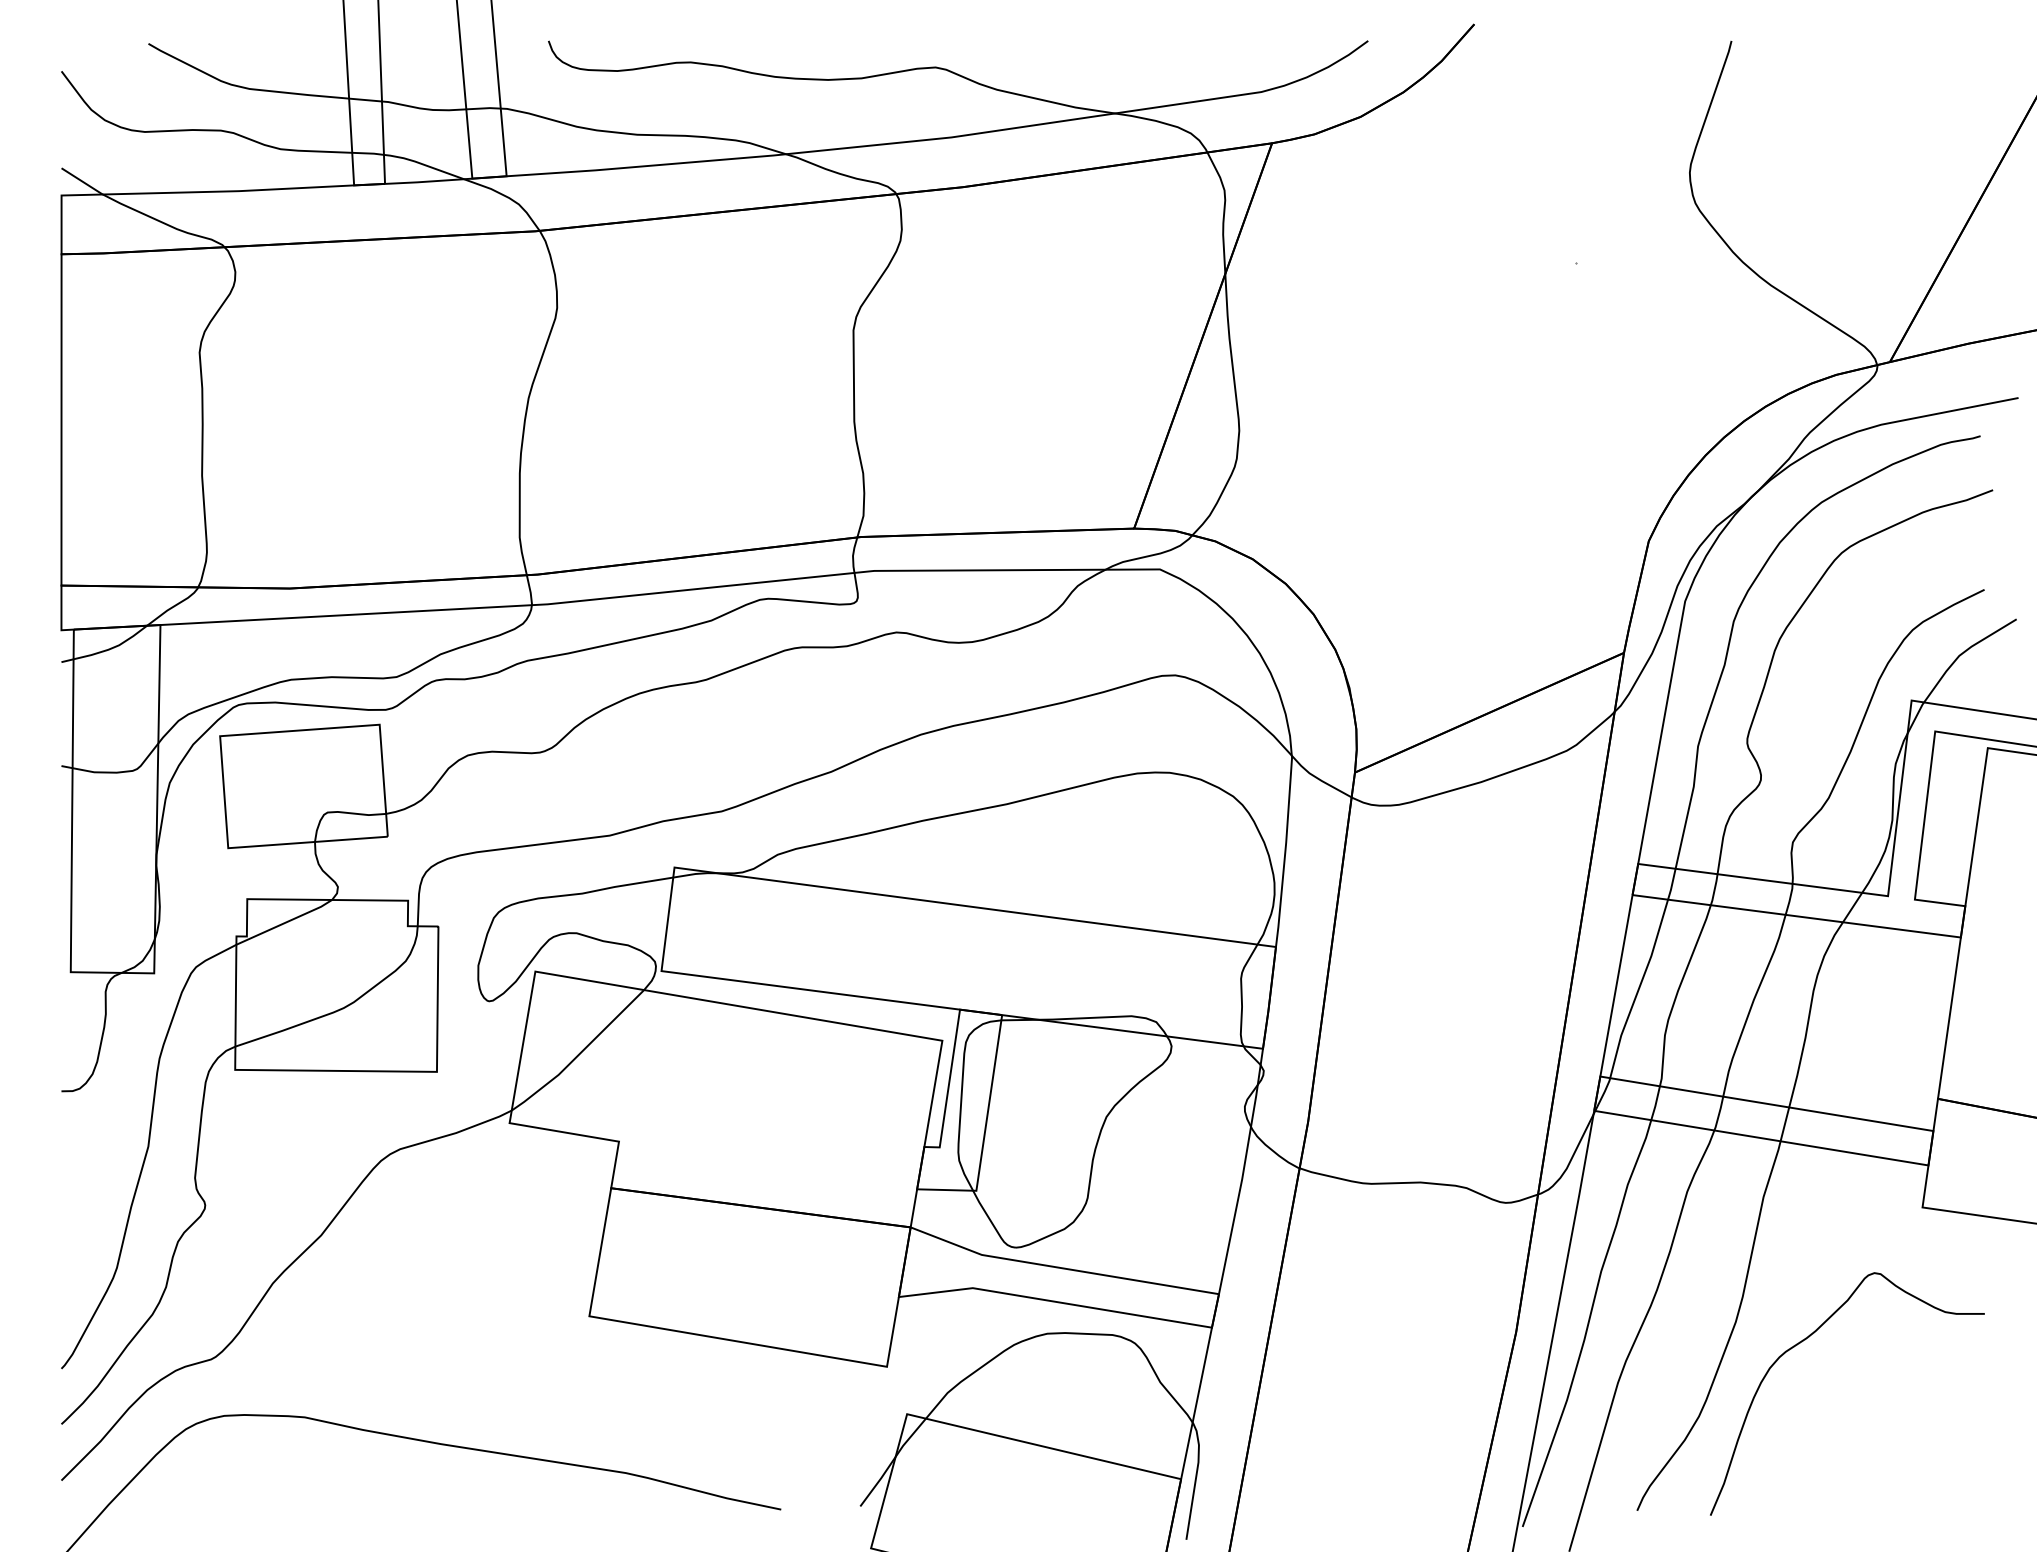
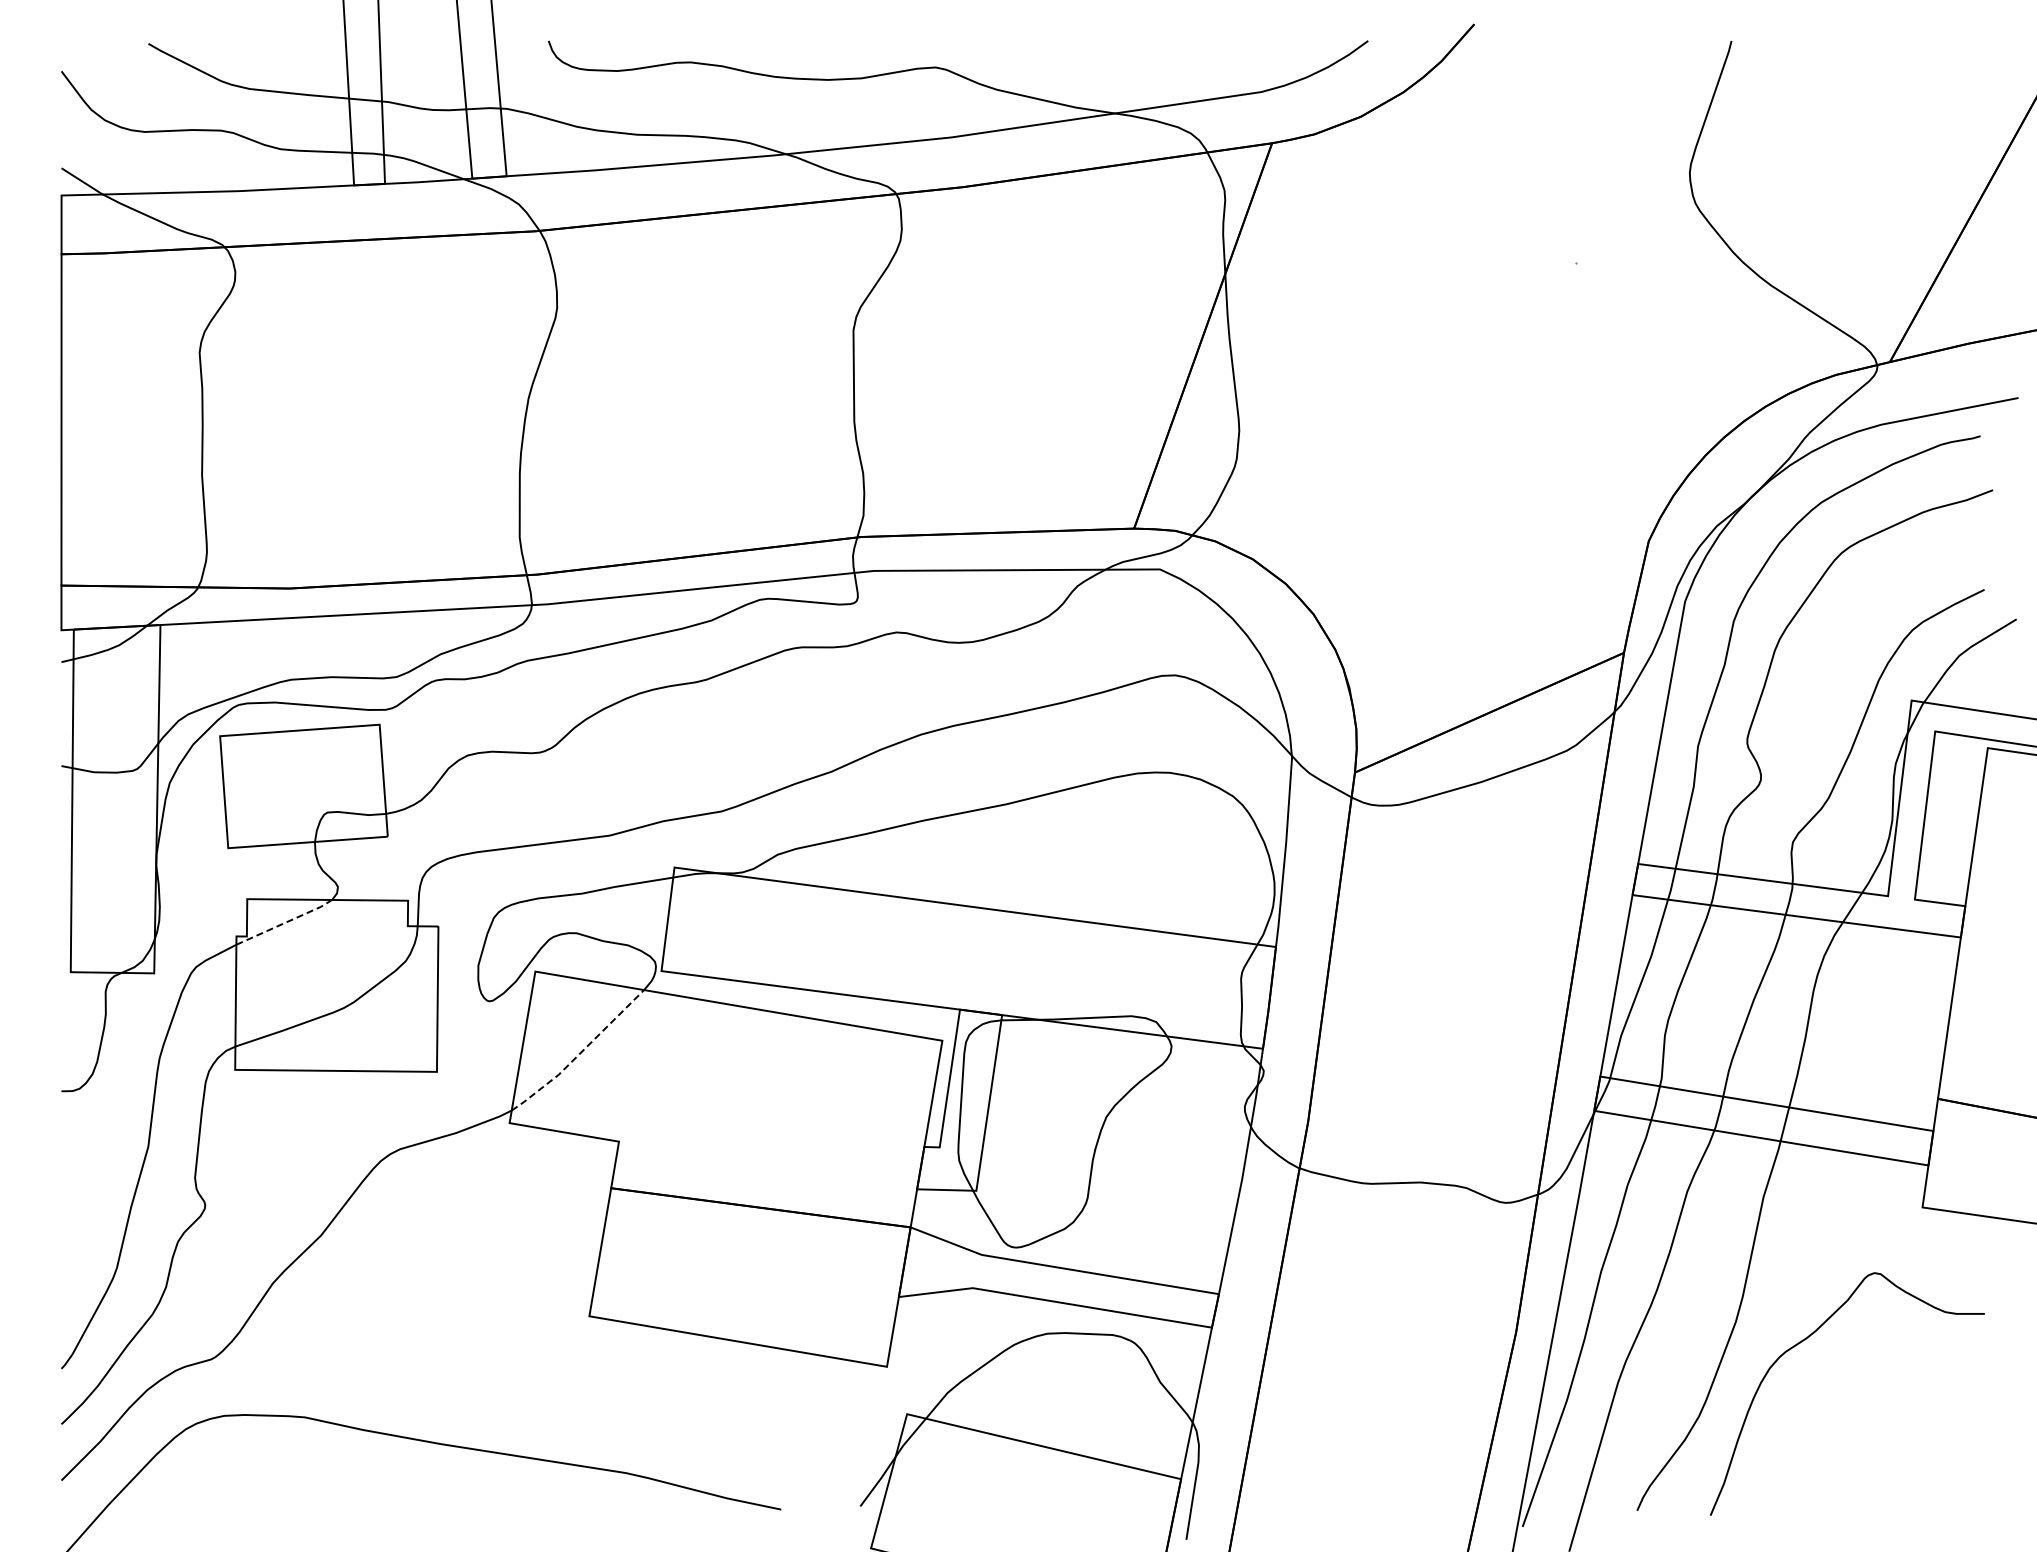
line at (285, 922): solid -> dashed
line at (579, 1053): solid -> dashed
